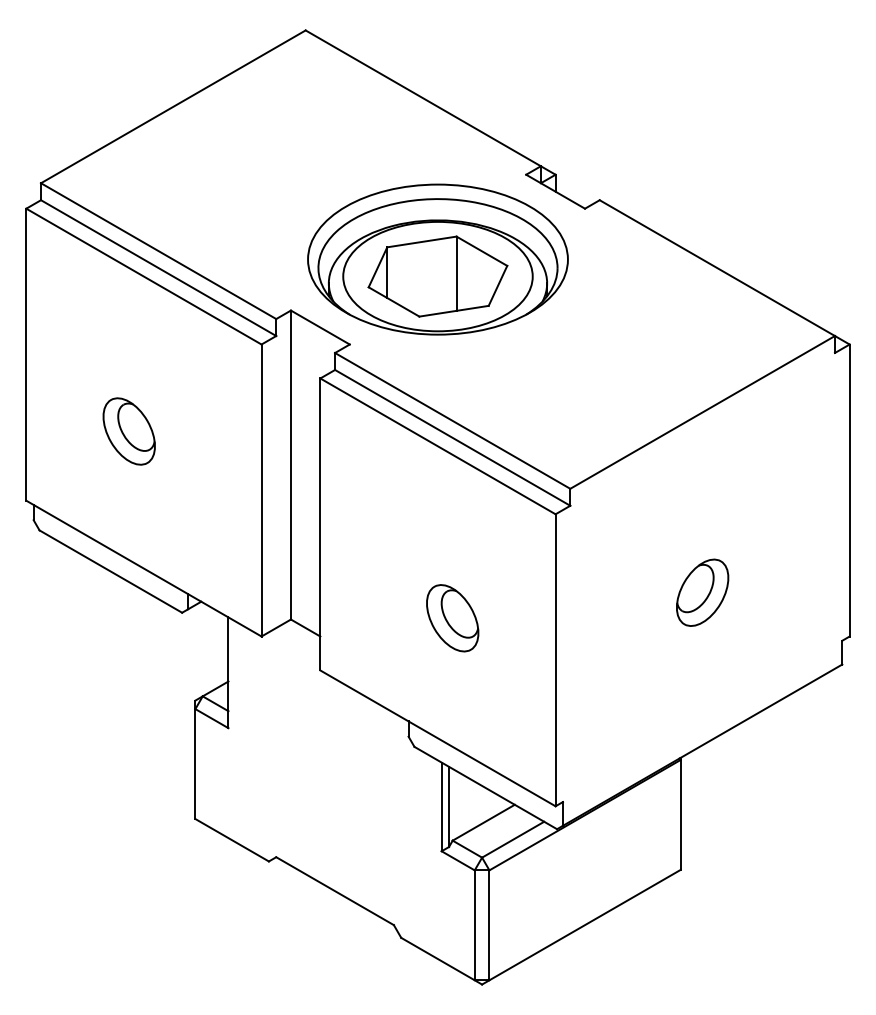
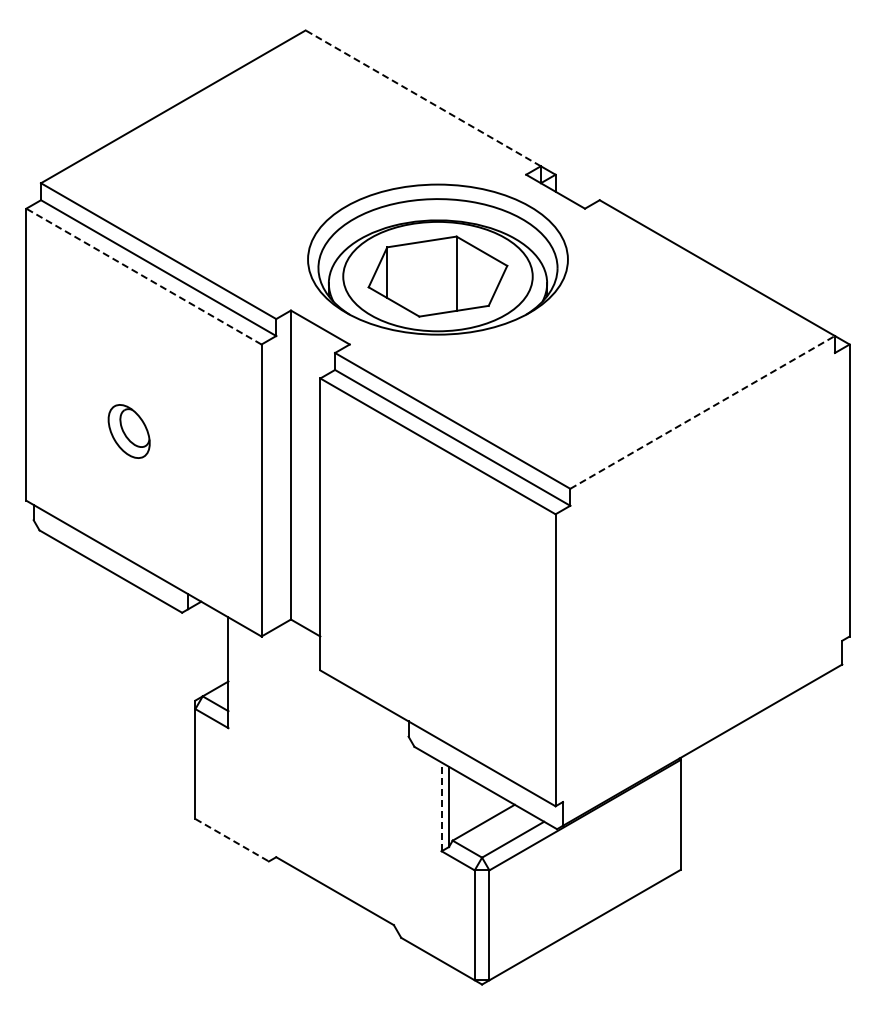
line at (423, 98): solid -> dashed
line at (143, 276): solid -> dashed
line at (702, 412): solid -> dashed
part at (128, 431) size: 54x69 px -> 44x55 px
part at (702, 592): present -> none
part at (452, 618): present -> none
line at (441, 806): solid -> dashed
line at (232, 840): solid -> dashed
